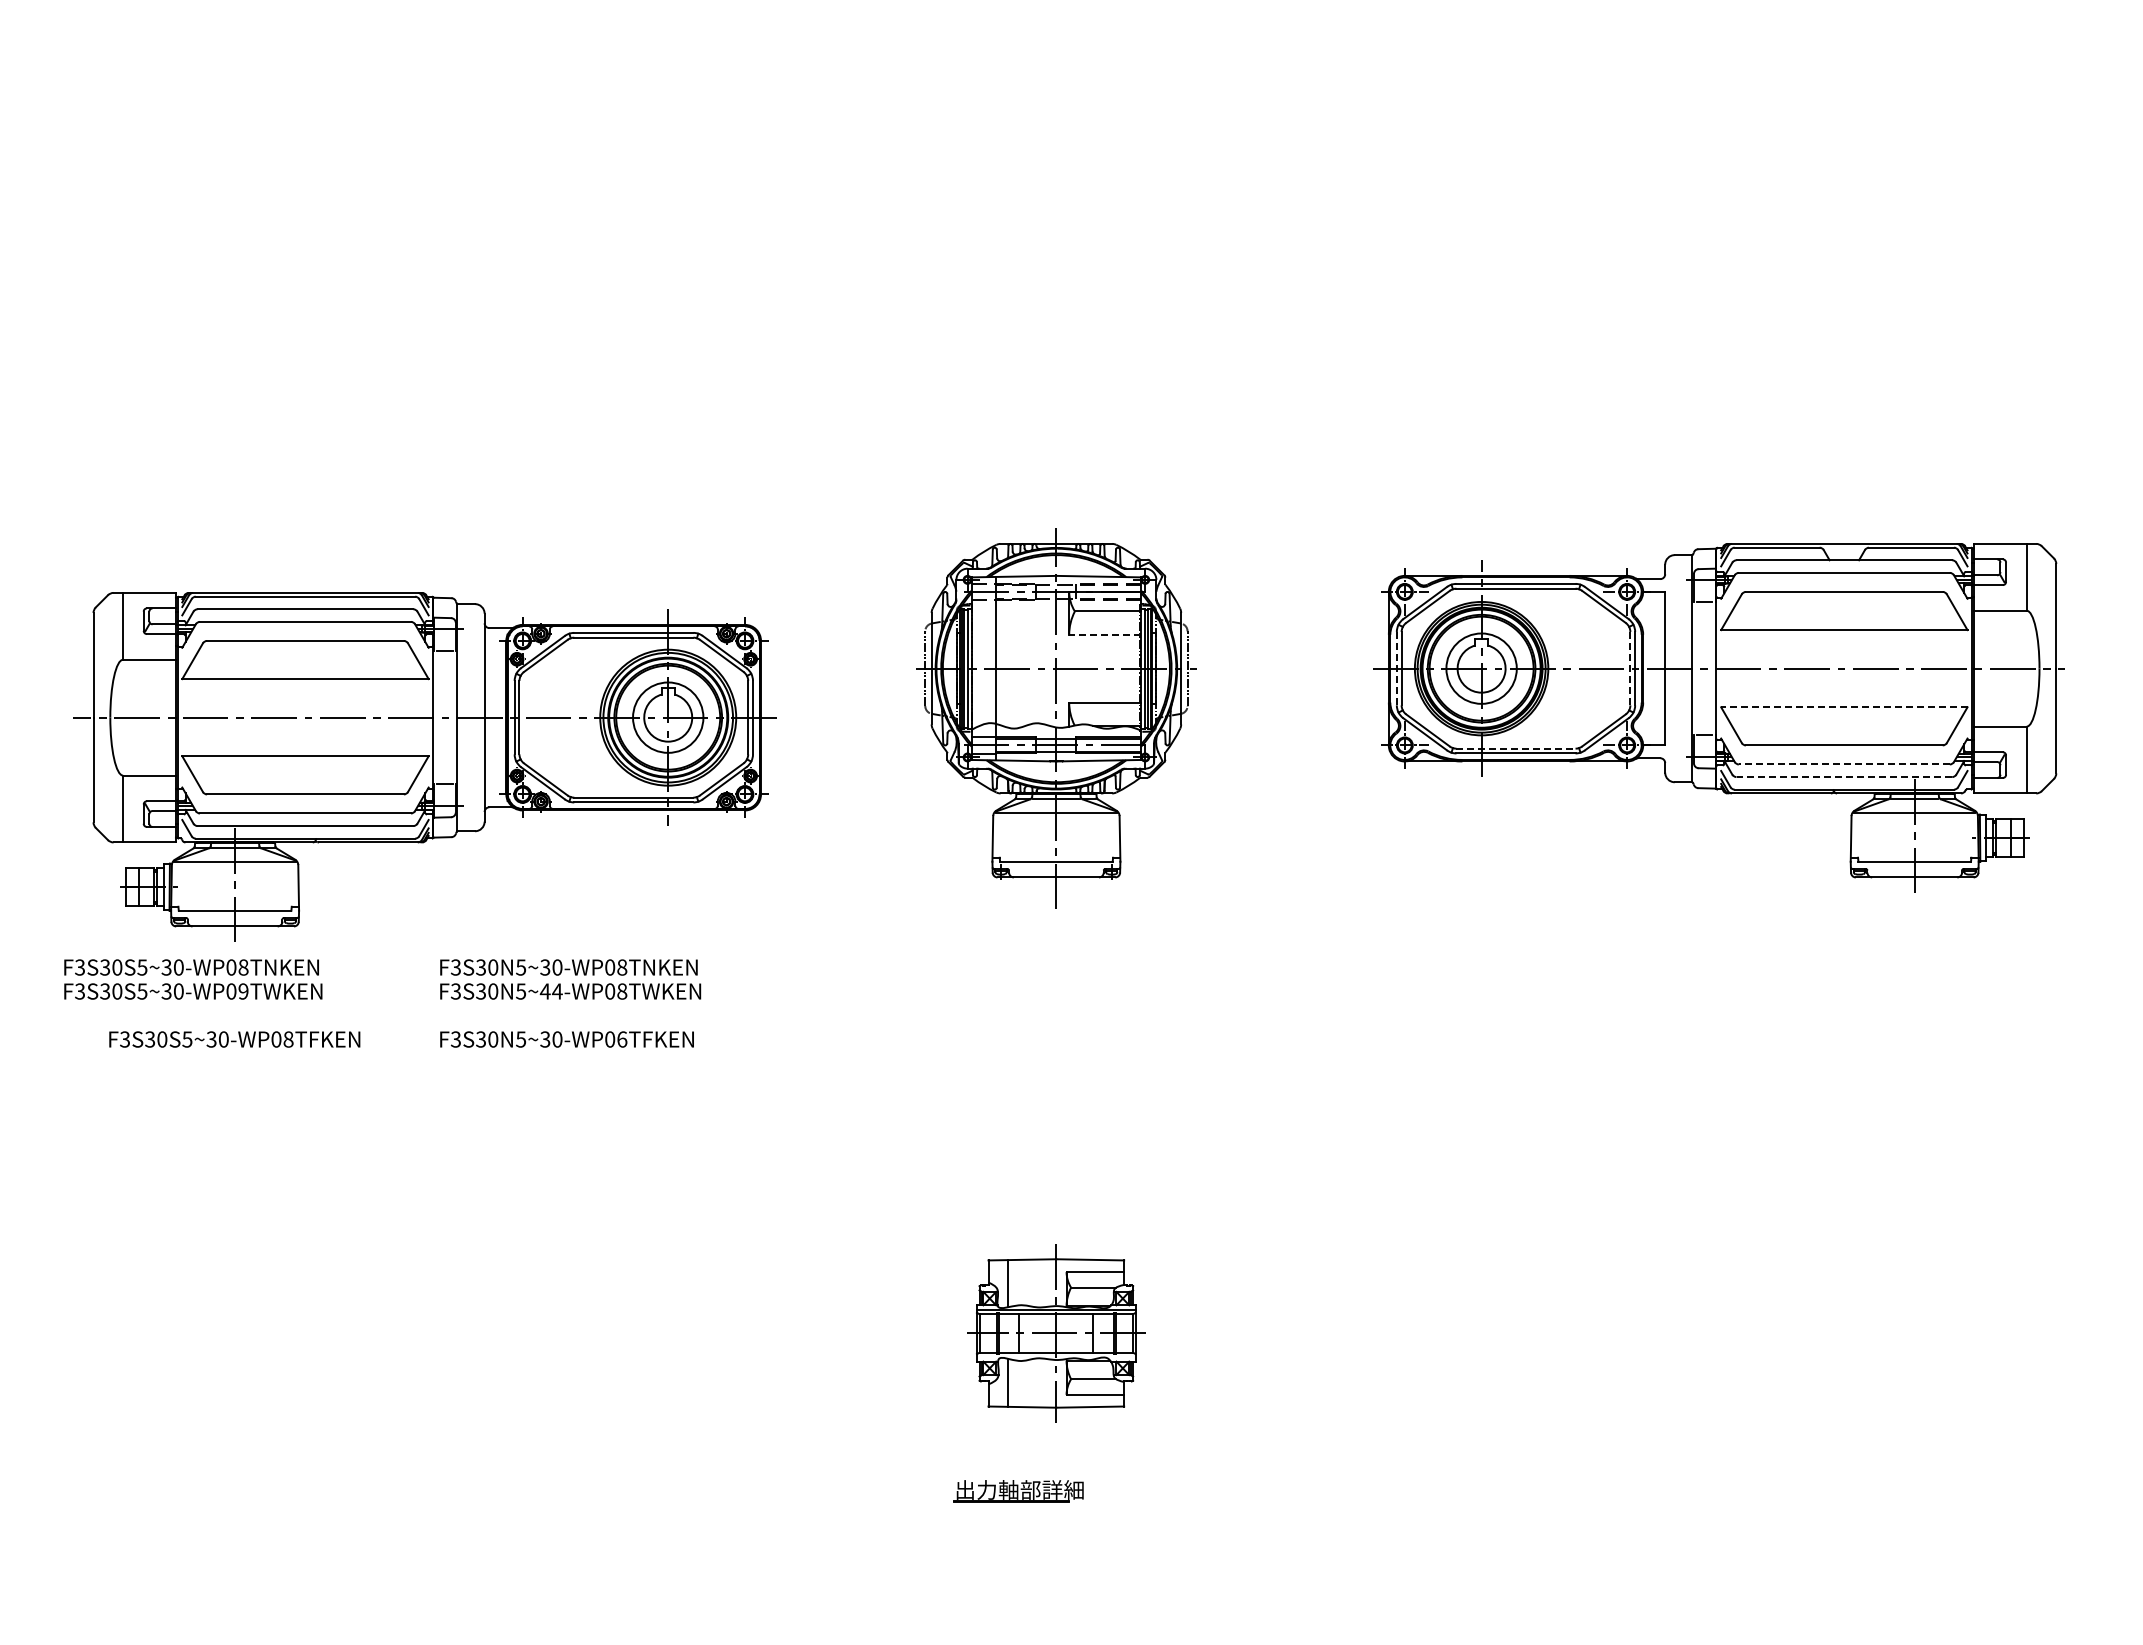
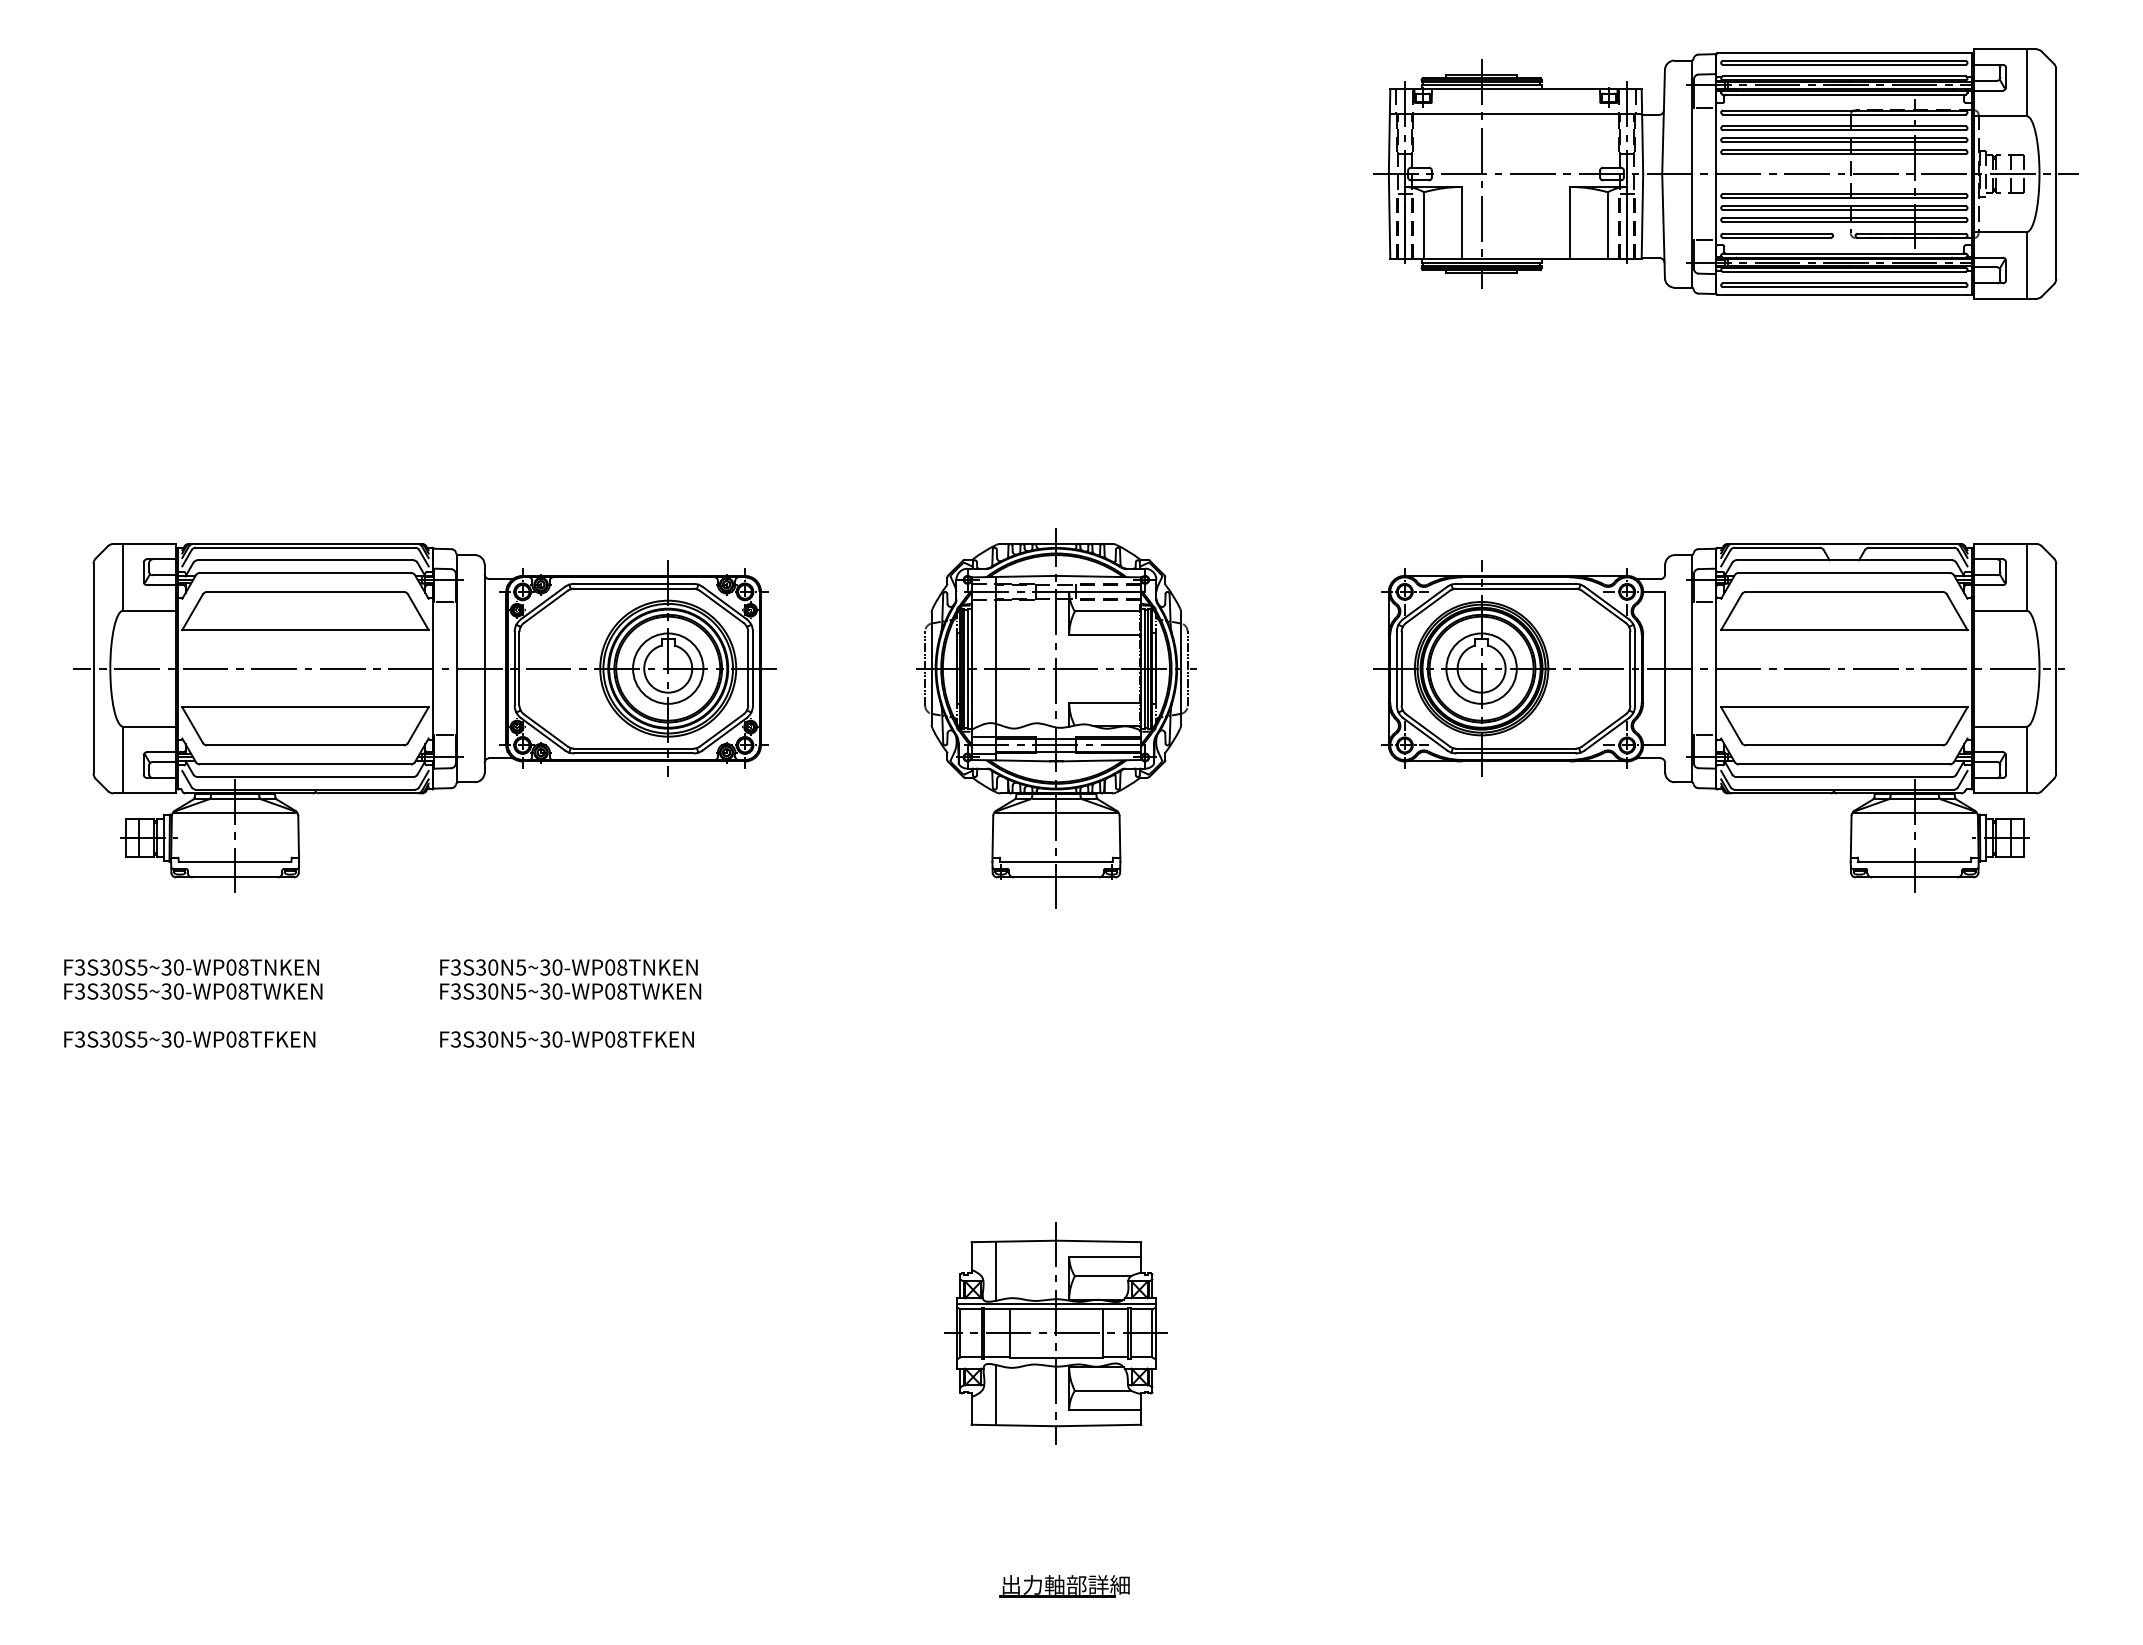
part at (1725, 173): none -> present
line at (1105, 634): dashed -> solid
line at (1396, 668): dashed -> solid
line at (1630, 668): dashed -> solid
line at (1843, 707): dashed -> solid
line at (1516, 748): dashed -> solid
line at (1843, 764): dashed -> solid
part at (424, 766) position: (424, 766) -> (424, 717)
line at (1844, 777): dashed -> solid
text at (243, 991): F3S30S5~30-WP09TWKEN -> F3S30S5~30-WP08TWKEN
text at (550, 991): F3S30N5~44-WP08TWKEN -> F3S30N5~30-WP08TWKEN
text at (234, 1039) position: (234, 1039) -> (189, 1039)
text at (622, 1039): F3S30N5~30-WP06TFKEN -> F3S30N5~30-WP08TFKEN
part at (1056, 1333) size: 179x179 px -> 224x223 px
part at (1018, 1491) position: (1018, 1491) -> (1064, 1586)
